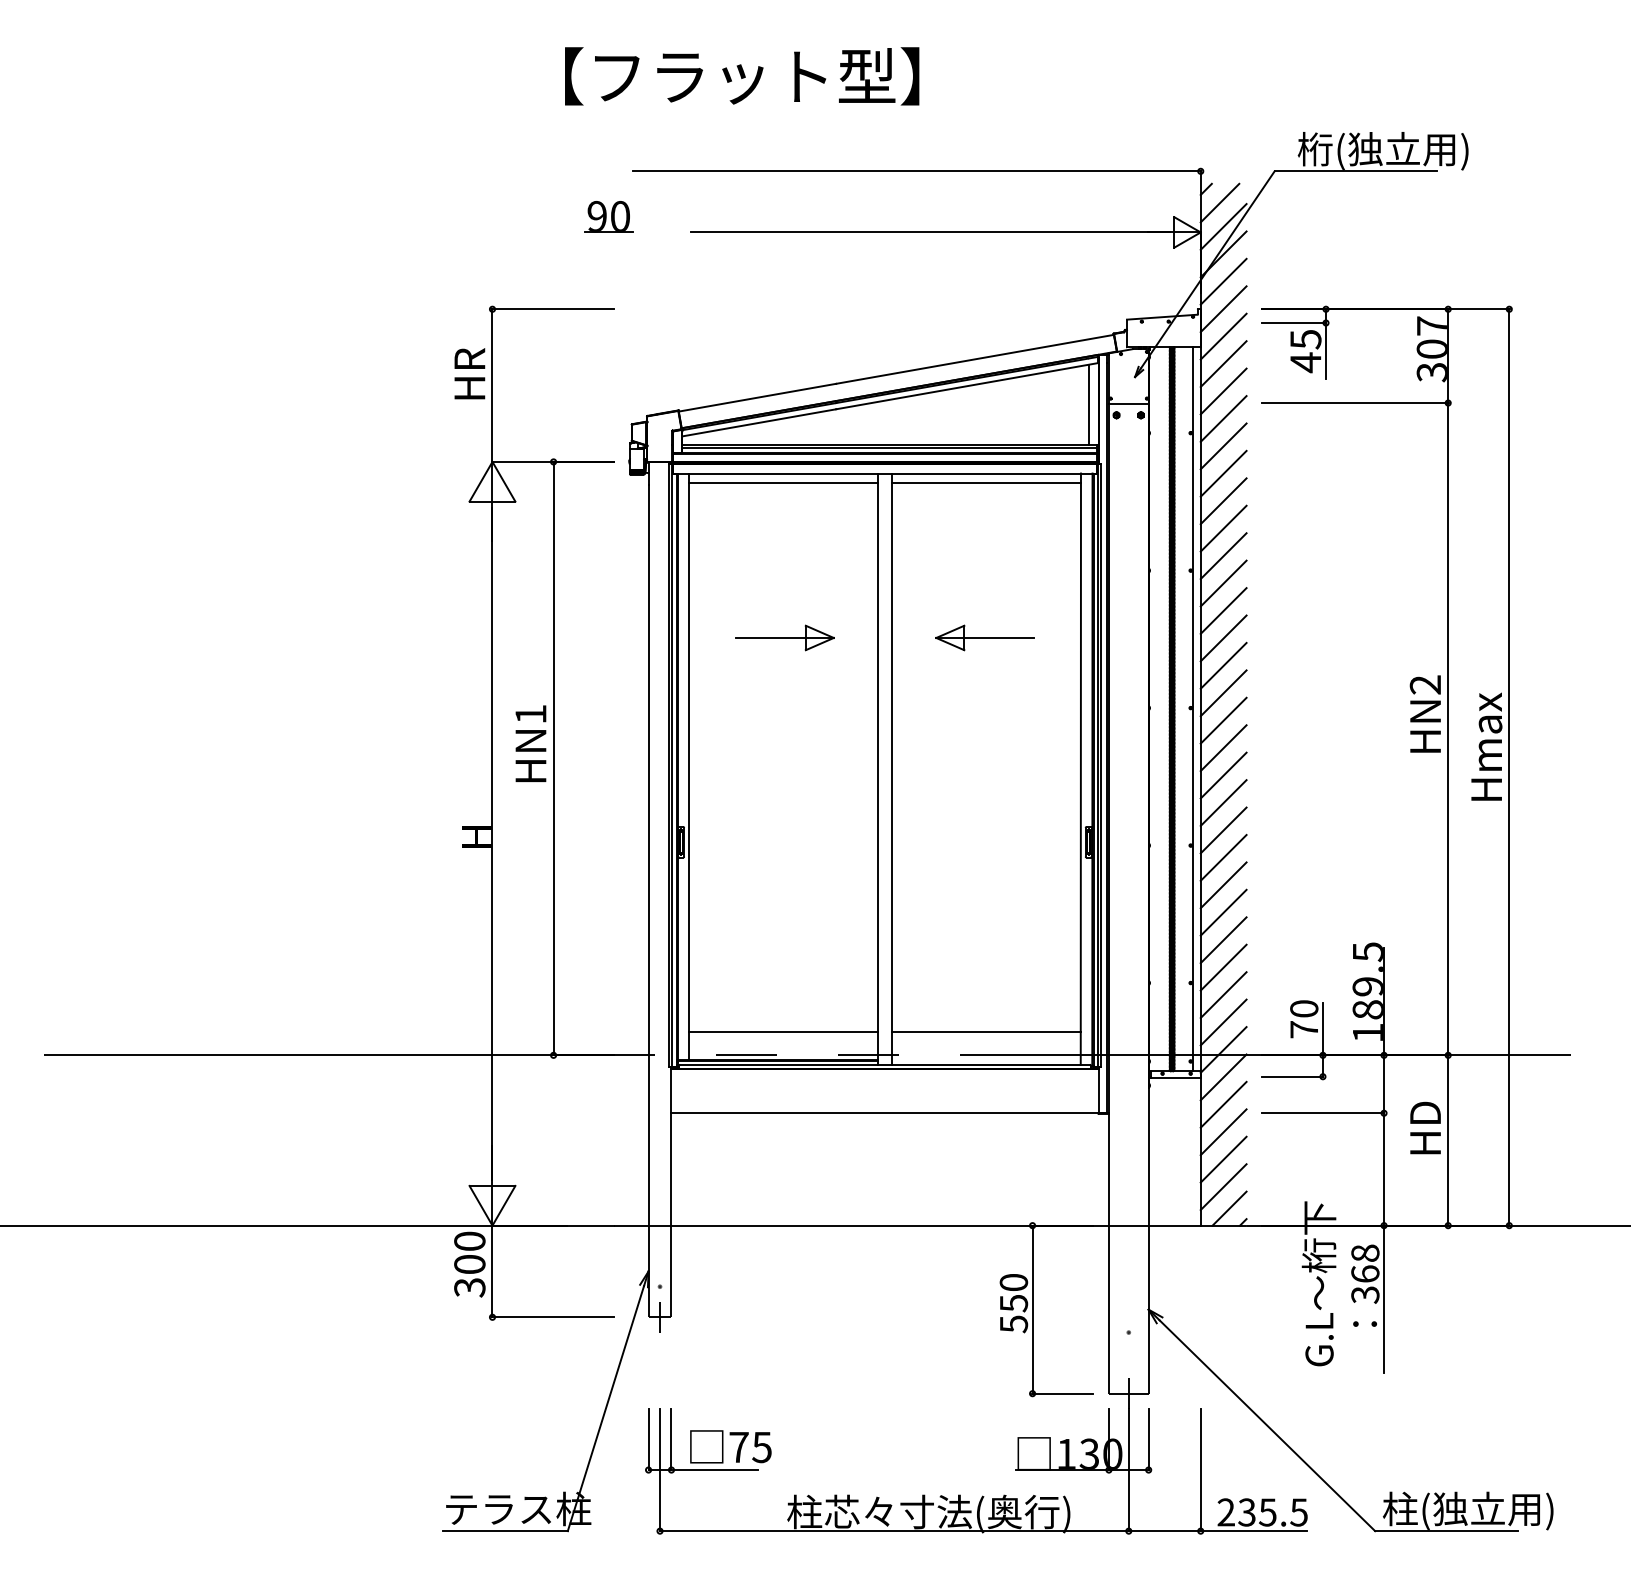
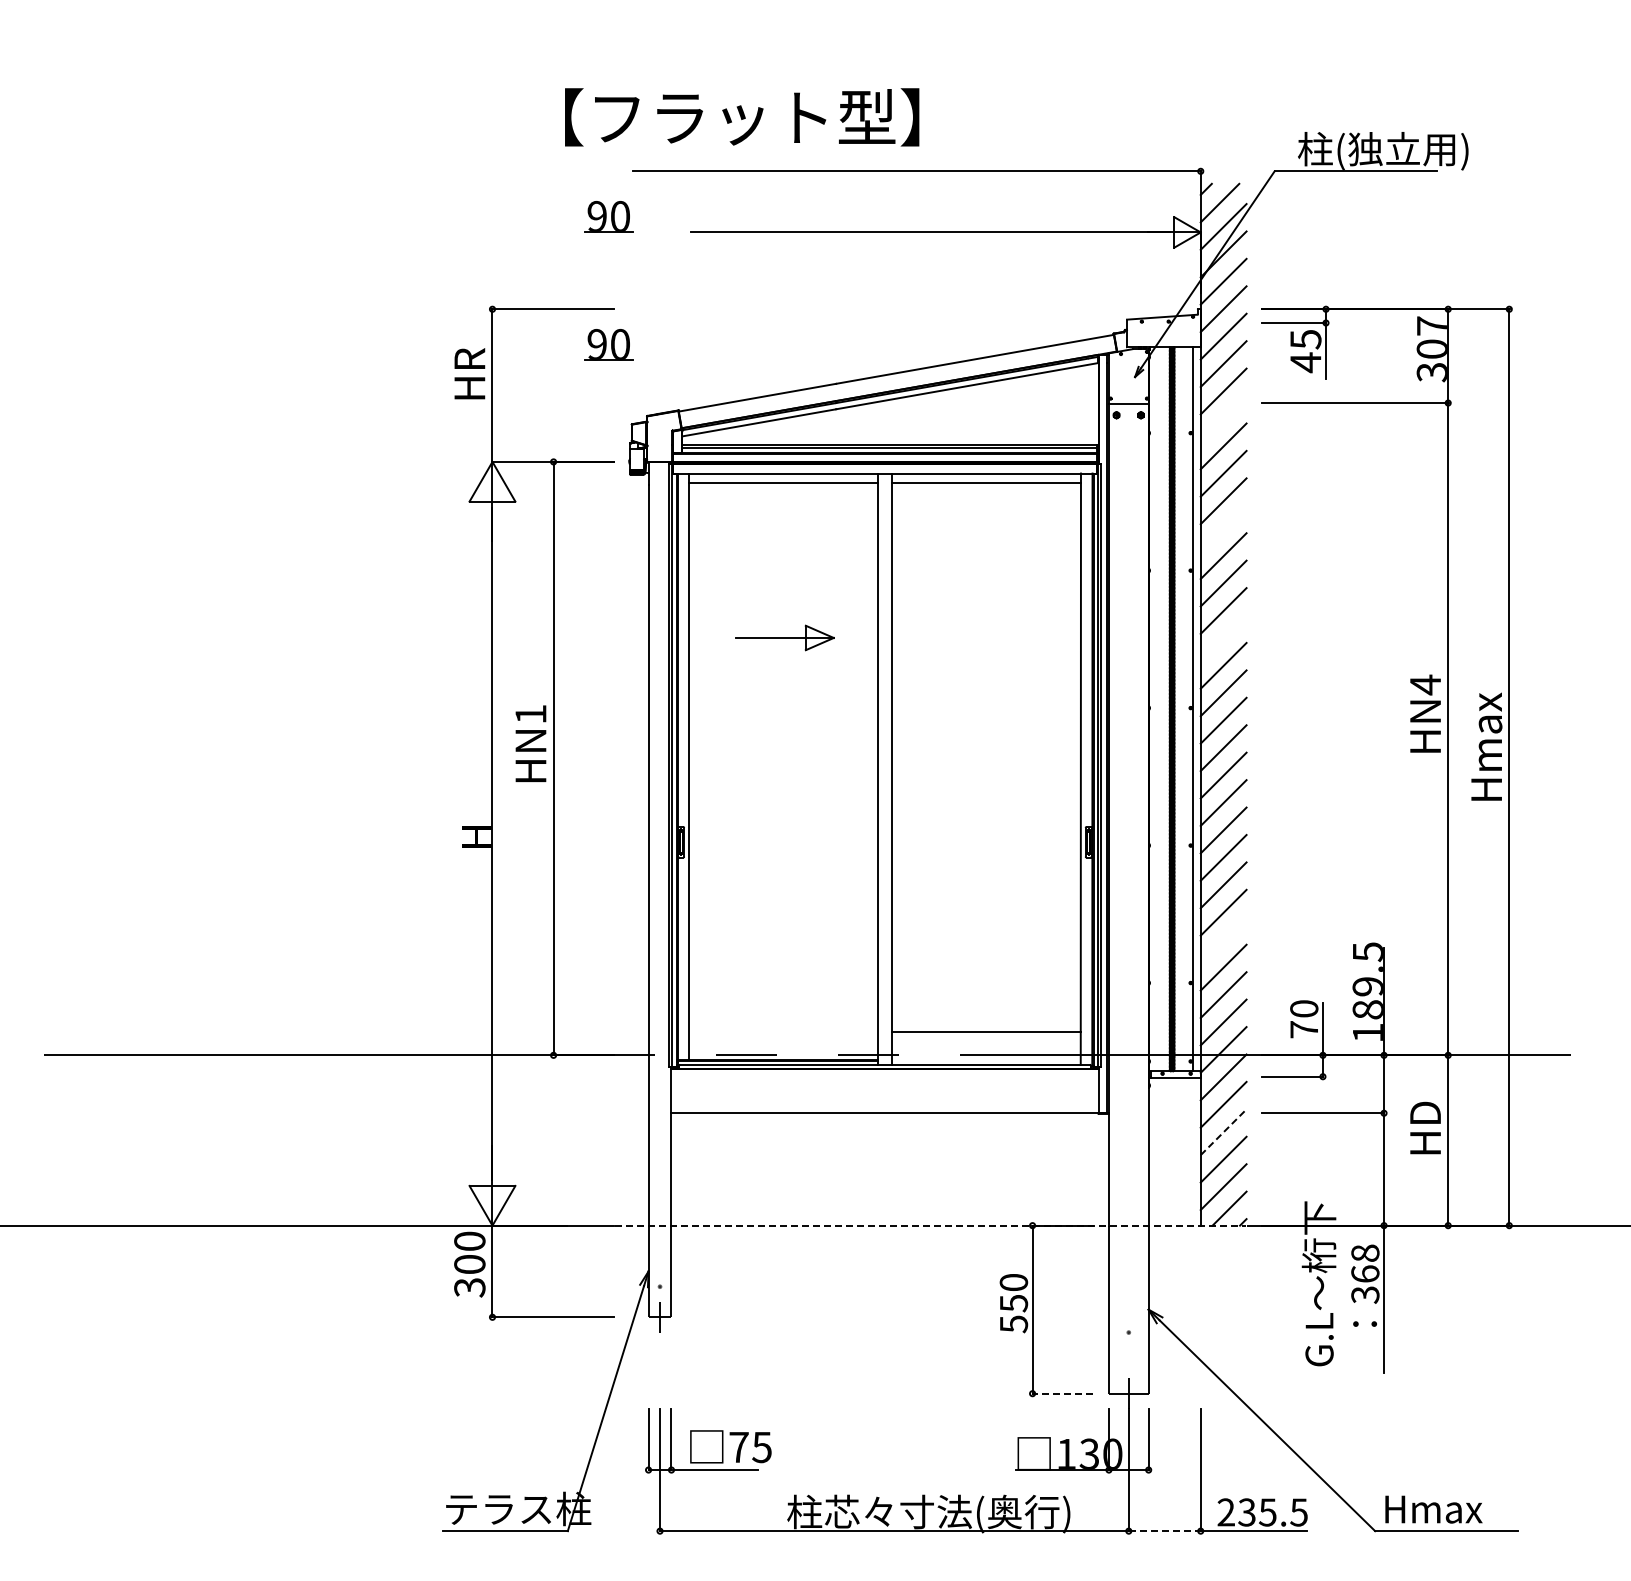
text at (742, 76) position: (742, 76) -> (742, 117)
text at (1314, 149): 桁(独立用) -> 柱(独立用)
part at (608, 344): none -> present
line at (1089, 404): present -> none
line at (1223, 418): present -> none
line at (1223, 528): present -> none
part at (984, 637): present -> none
line at (1223, 638): present -> none
text at (1424, 684): HN2 -> HN4
line at (1223, 940): present -> none
line at (783, 1032): present -> none
line at (1224, 1131): solid -> dashed
line at (930, 1225): solid -> dashed
line at (1062, 1393): solid -> dashed
text at (1467, 1510): 柱(独立用) -> Hmax
line at (1164, 1531): solid -> dashed
